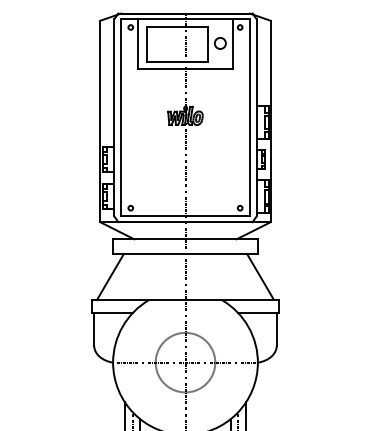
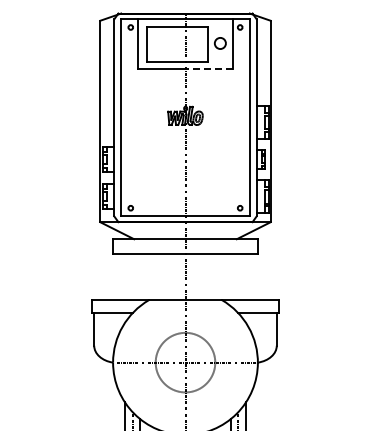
line at (209, 69): solid -> dashed
line at (109, 277): present -> none
line at (260, 277): present -> none
